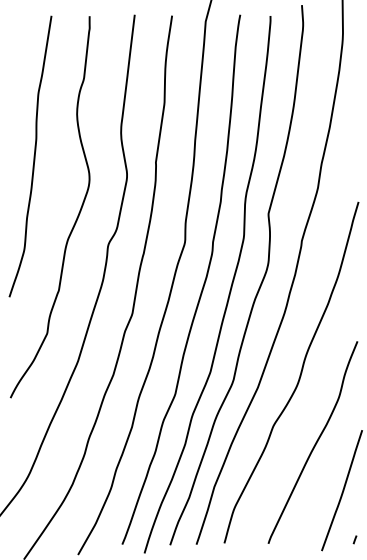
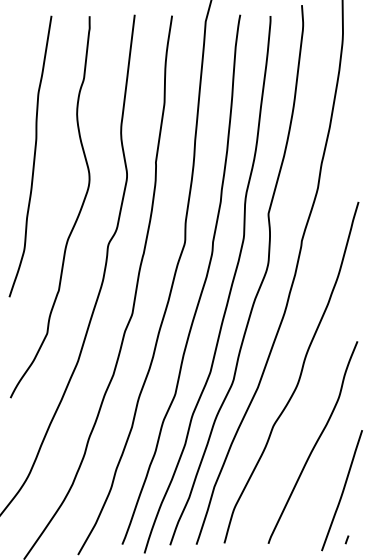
line at (354, 539) position: (354, 539) -> (346, 539)
